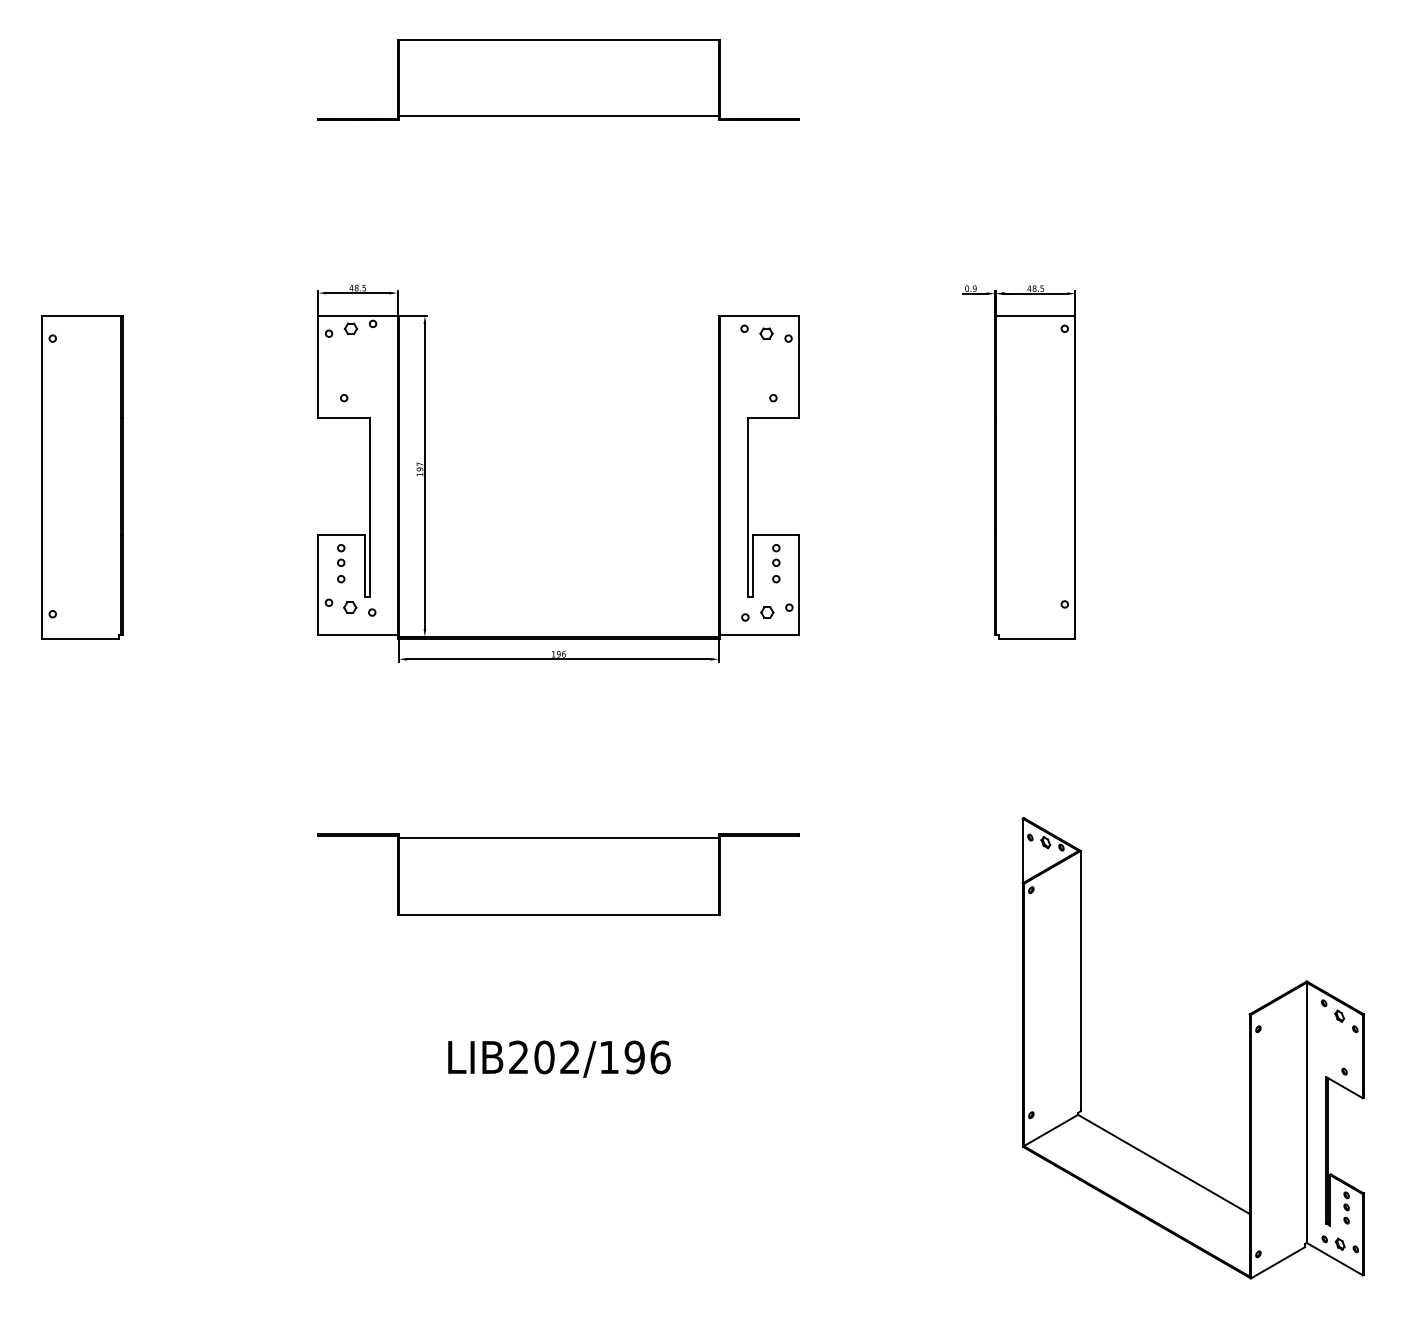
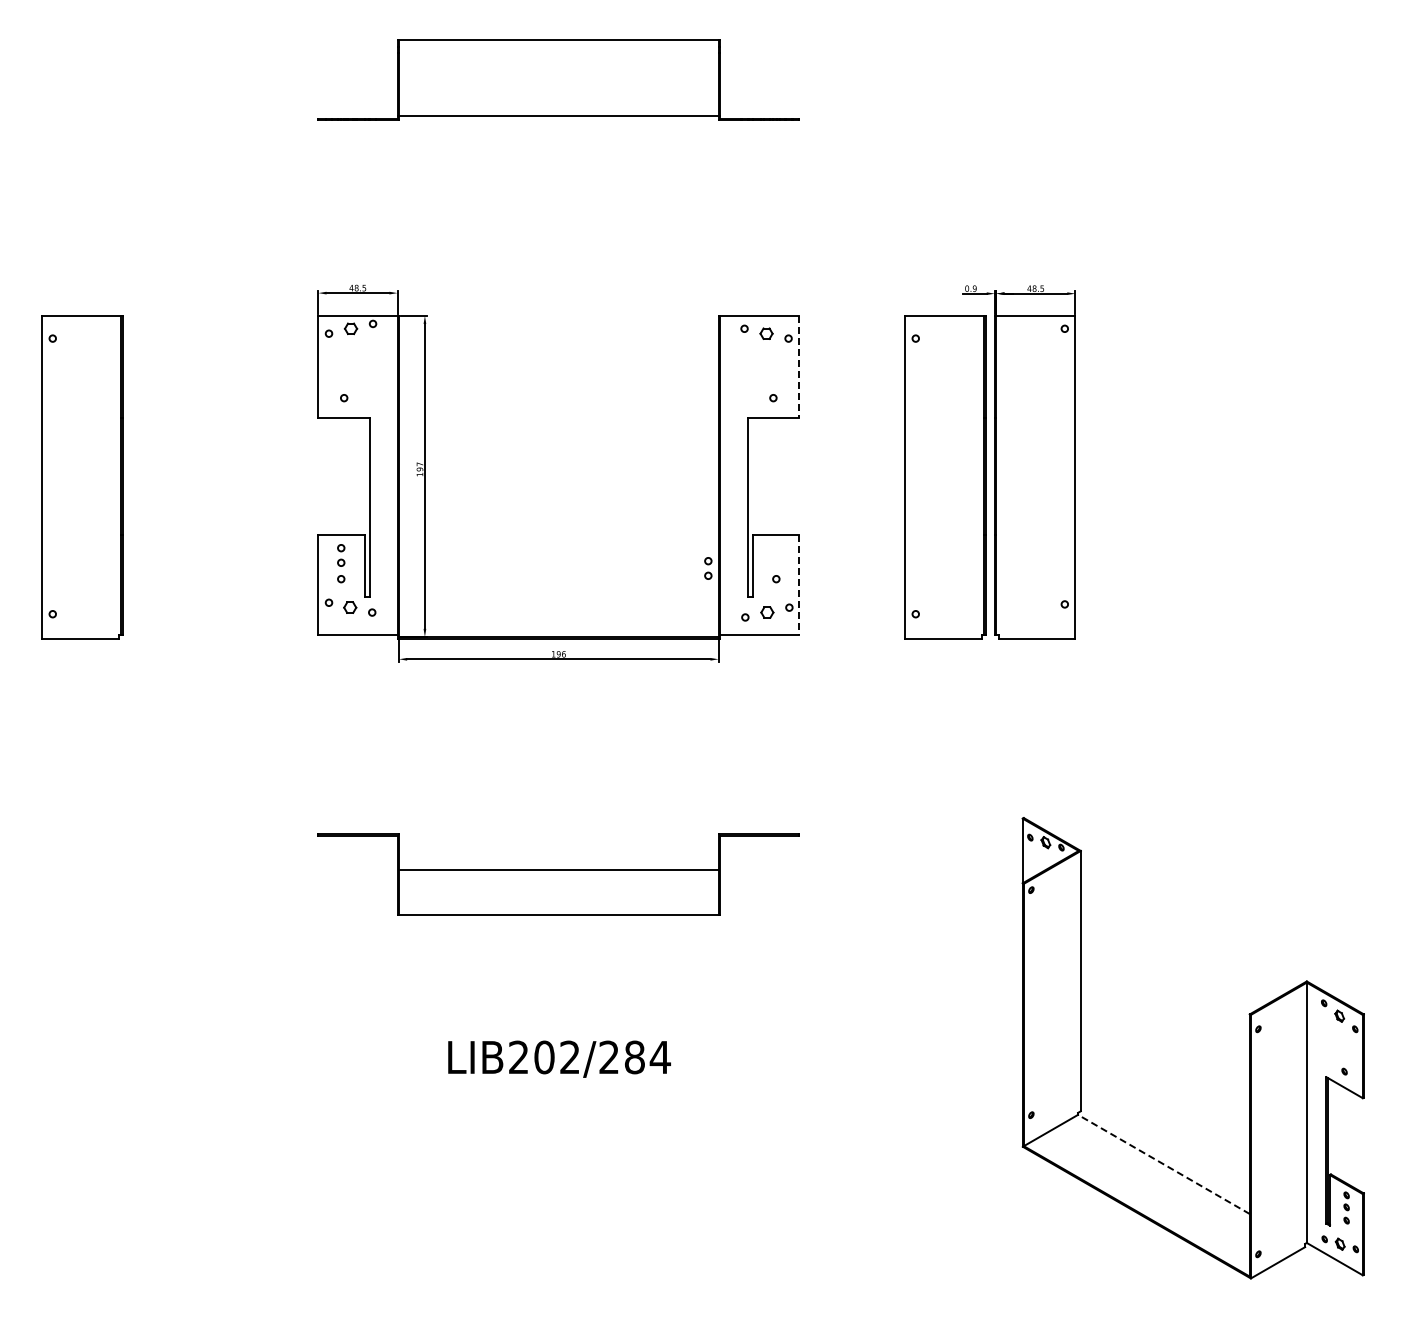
line at (799, 366): solid -> dashed
part at (945, 477): none -> present
part at (776, 555) position: (776, 555) -> (708, 568)
line at (799, 584): solid -> dashed
line at (558, 838) position: (558, 838) -> (558, 870)
text at (635, 1057): LIB202/196 -> LIB202/284
line at (1163, 1164): solid -> dashed
